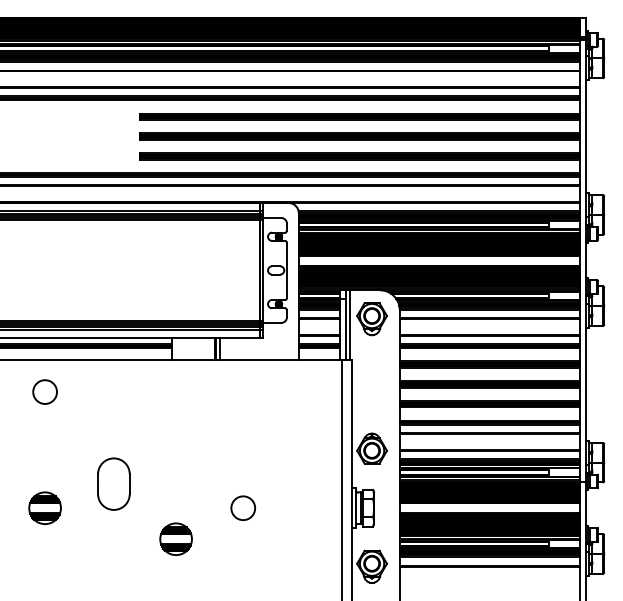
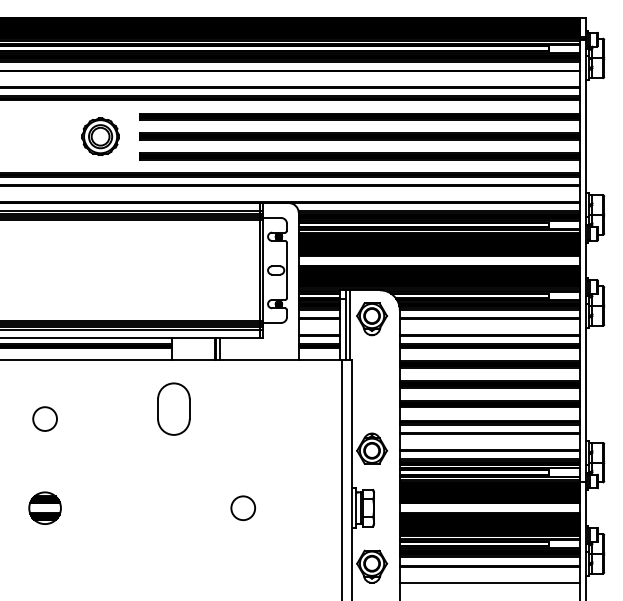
part at (100, 136): none -> present
circle at (44, 391) position: (44, 391) -> (44, 418)
part at (113, 483) position: (113, 483) -> (173, 408)
part at (175, 538): present -> none
line at (489, 582): none -> present
